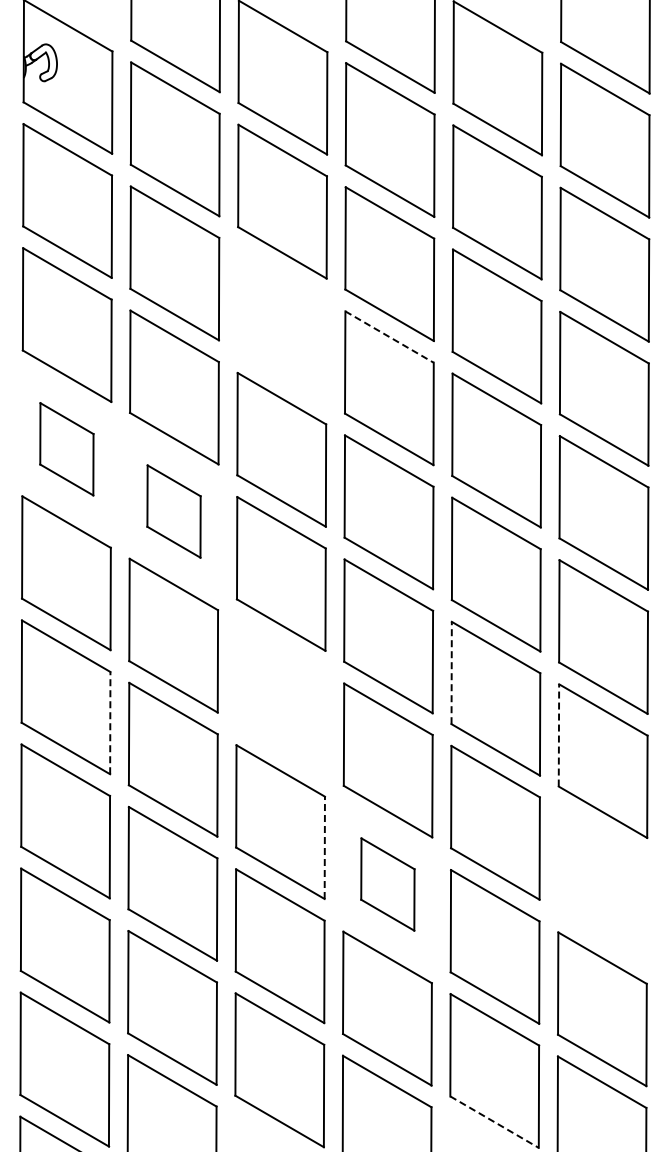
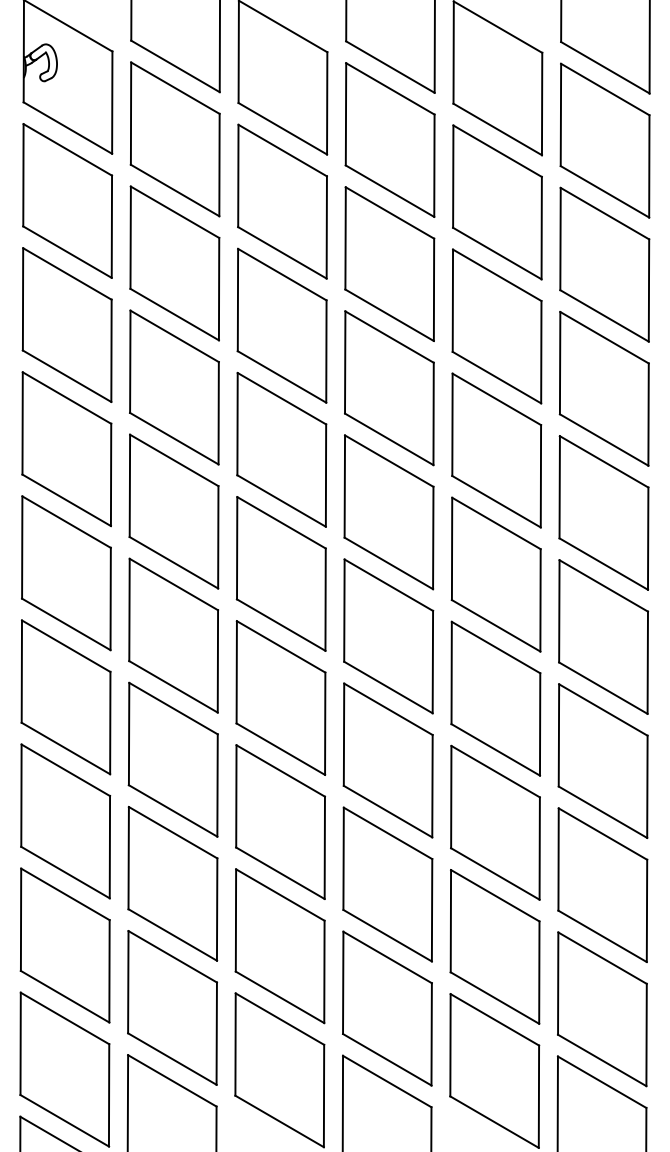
part at (281, 325): none -> present
line at (389, 337): dashed -> solid
part at (66, 449) size: 56x95 px -> 92x157 px
part at (173, 511) size: 56x95 px -> 92x157 px
line at (451, 672): dashed -> solid
part at (280, 697): none -> present
line at (110, 722): dashed -> solid
line at (558, 734): dashed -> solid
line at (324, 847): dashed -> solid
part at (387, 884) size: 56x95 px -> 92x157 px
part at (602, 884): none -> present
line at (494, 1122): dashed -> solid
